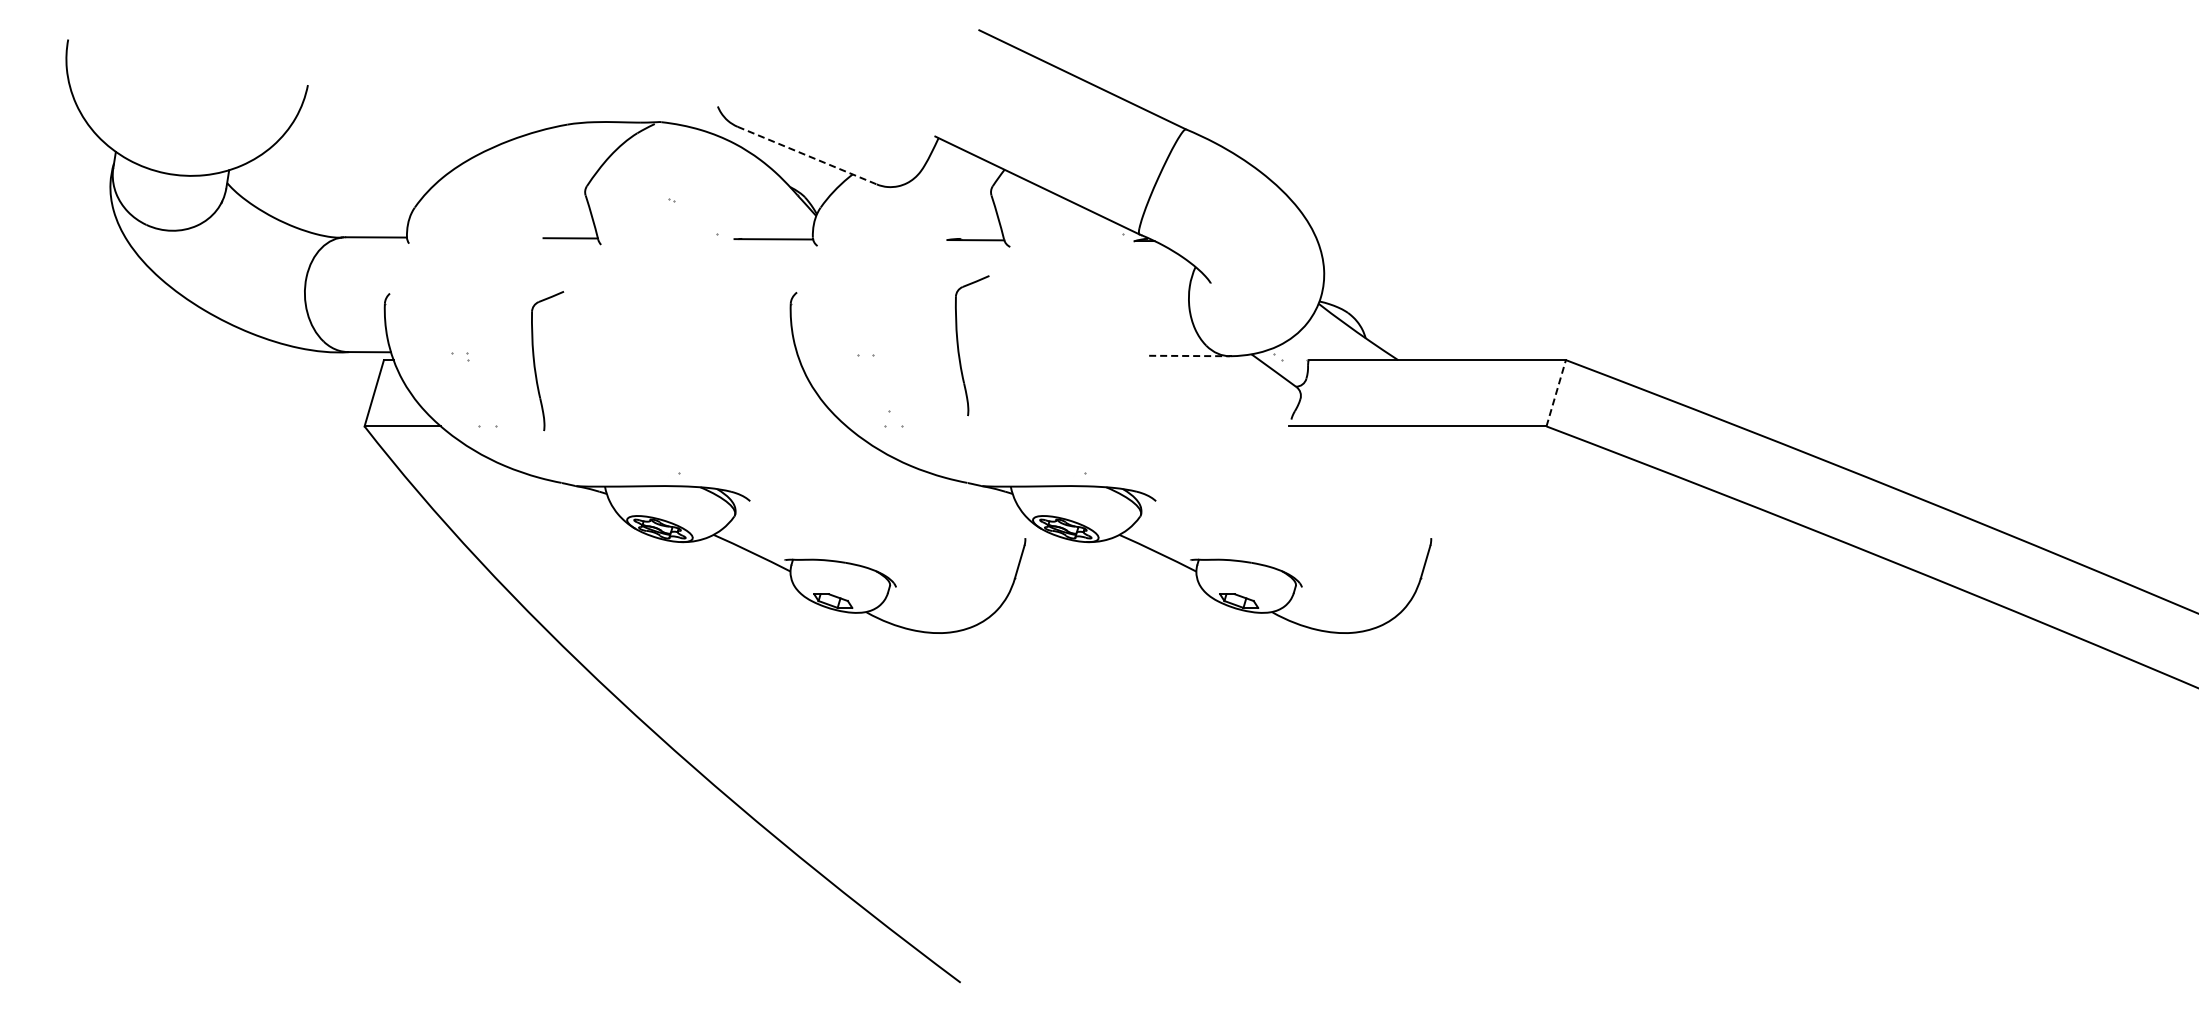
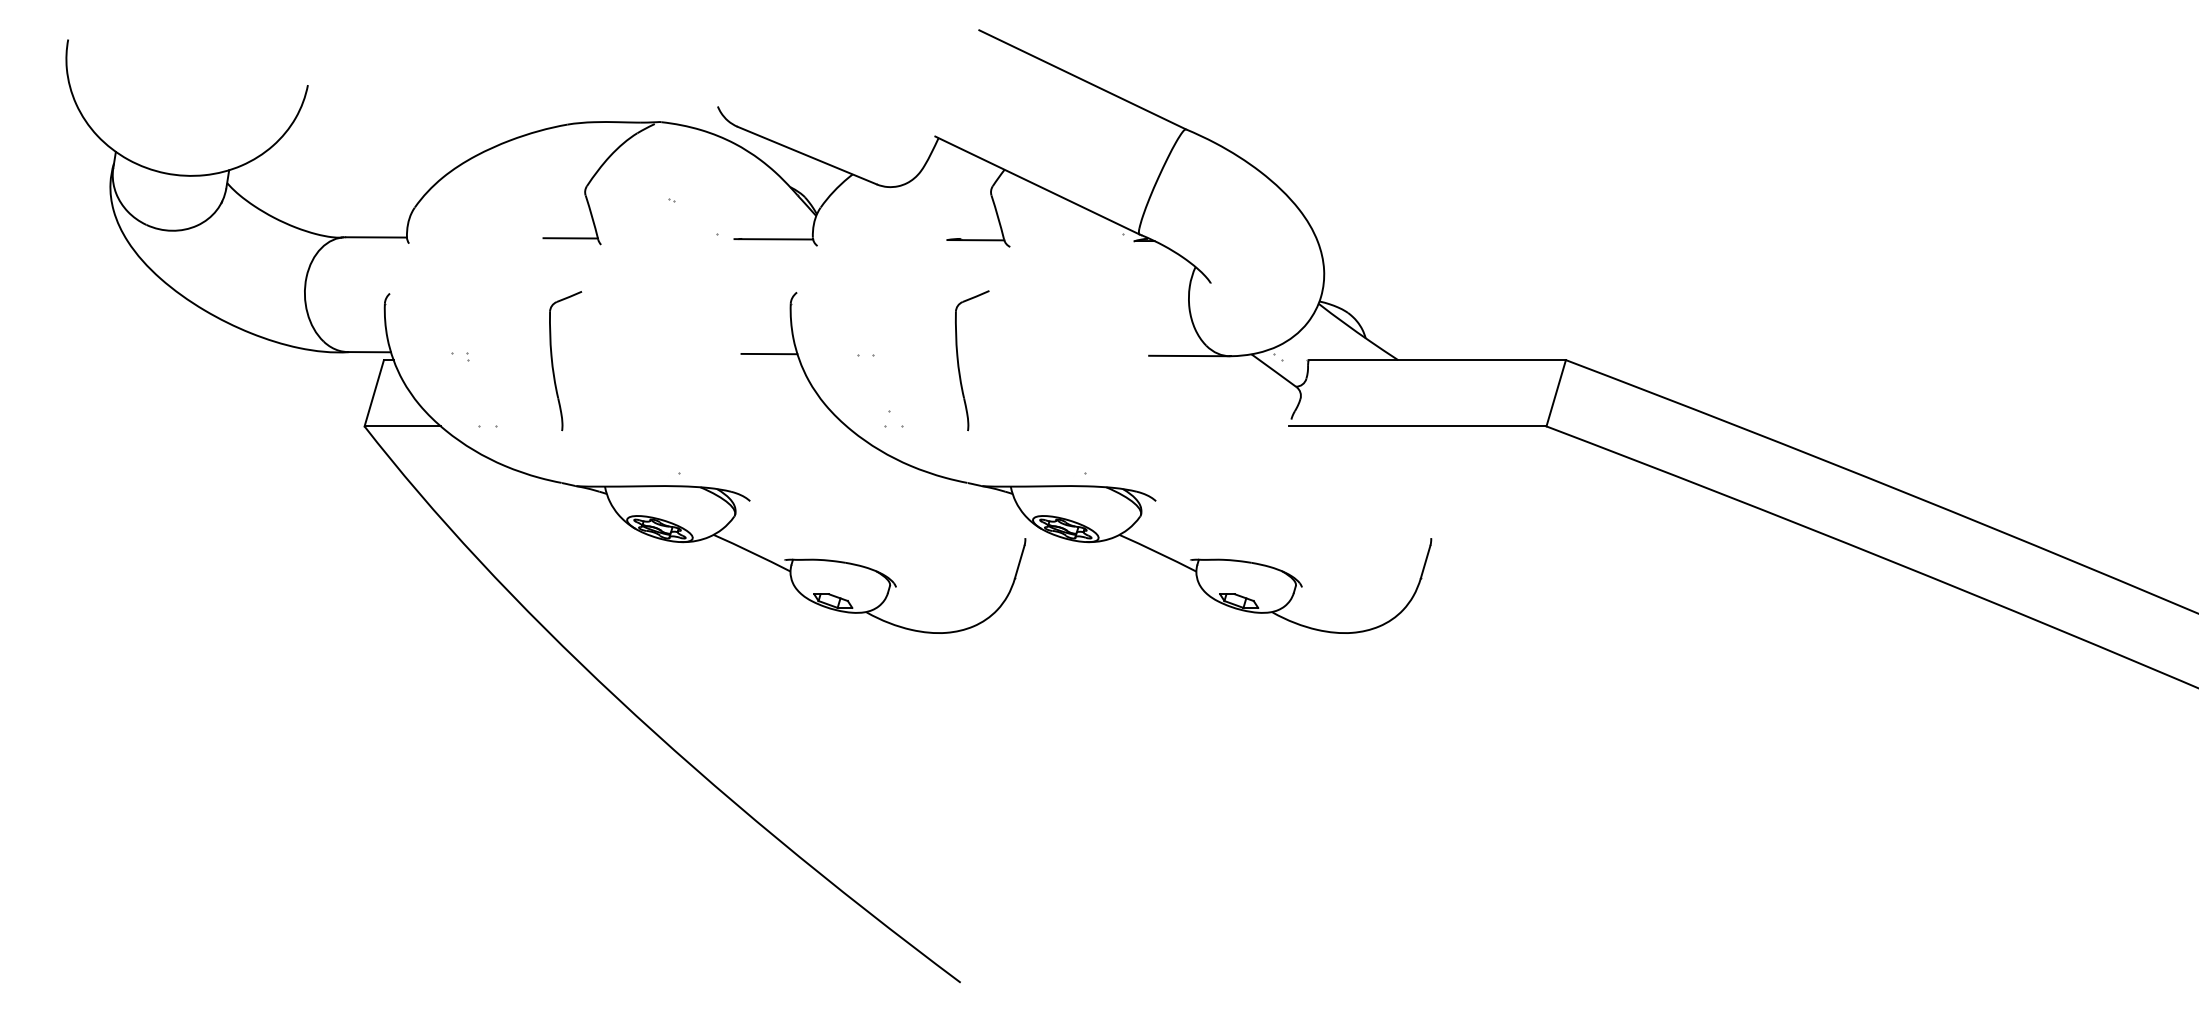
line at (807, 155): dashed -> solid
part at (959, 349) position: (959, 349) -> (959, 364)
line at (769, 353): none -> present
line at (1189, 356): dashed -> solid
part at (535, 362) position: (535, 362) -> (553, 362)
line at (1556, 393): dashed -> solid
